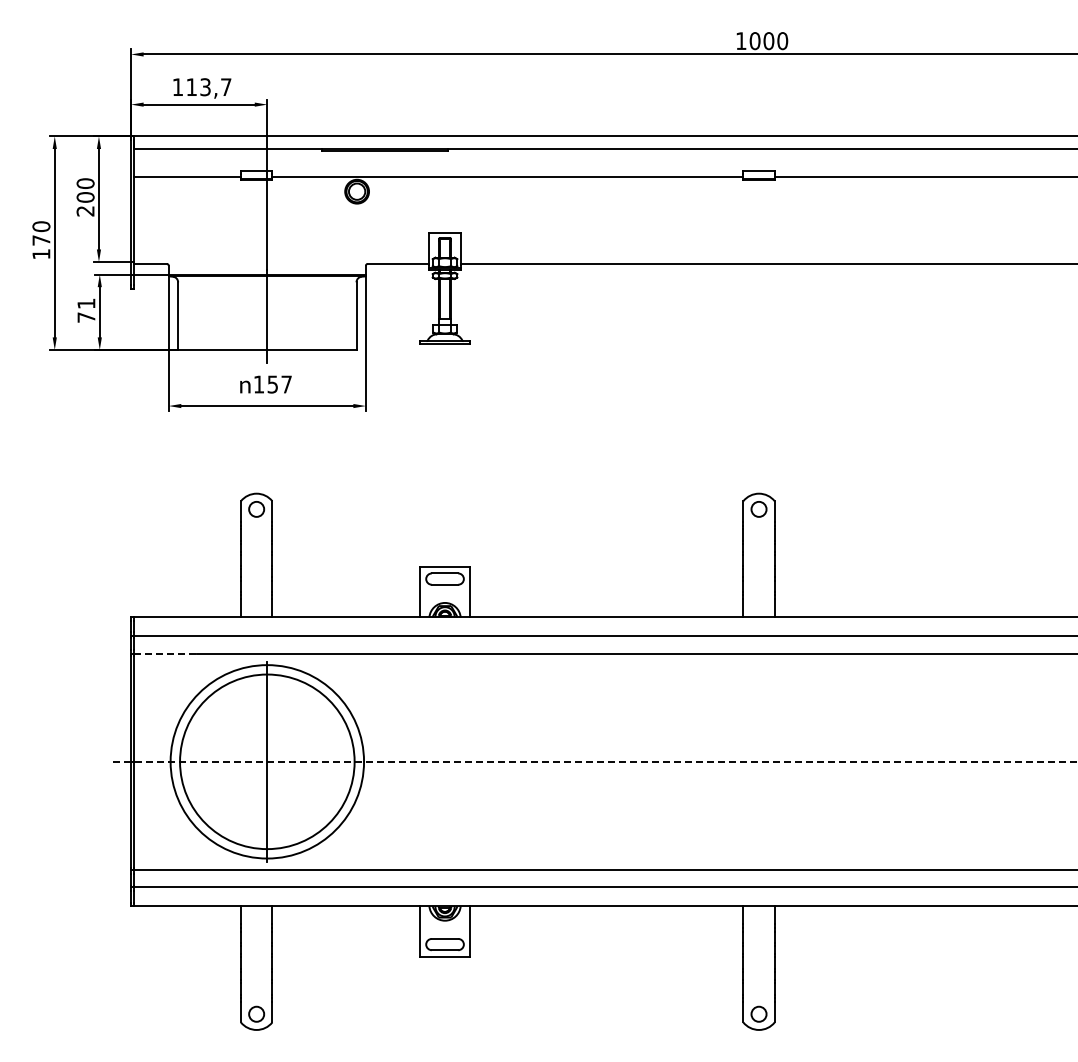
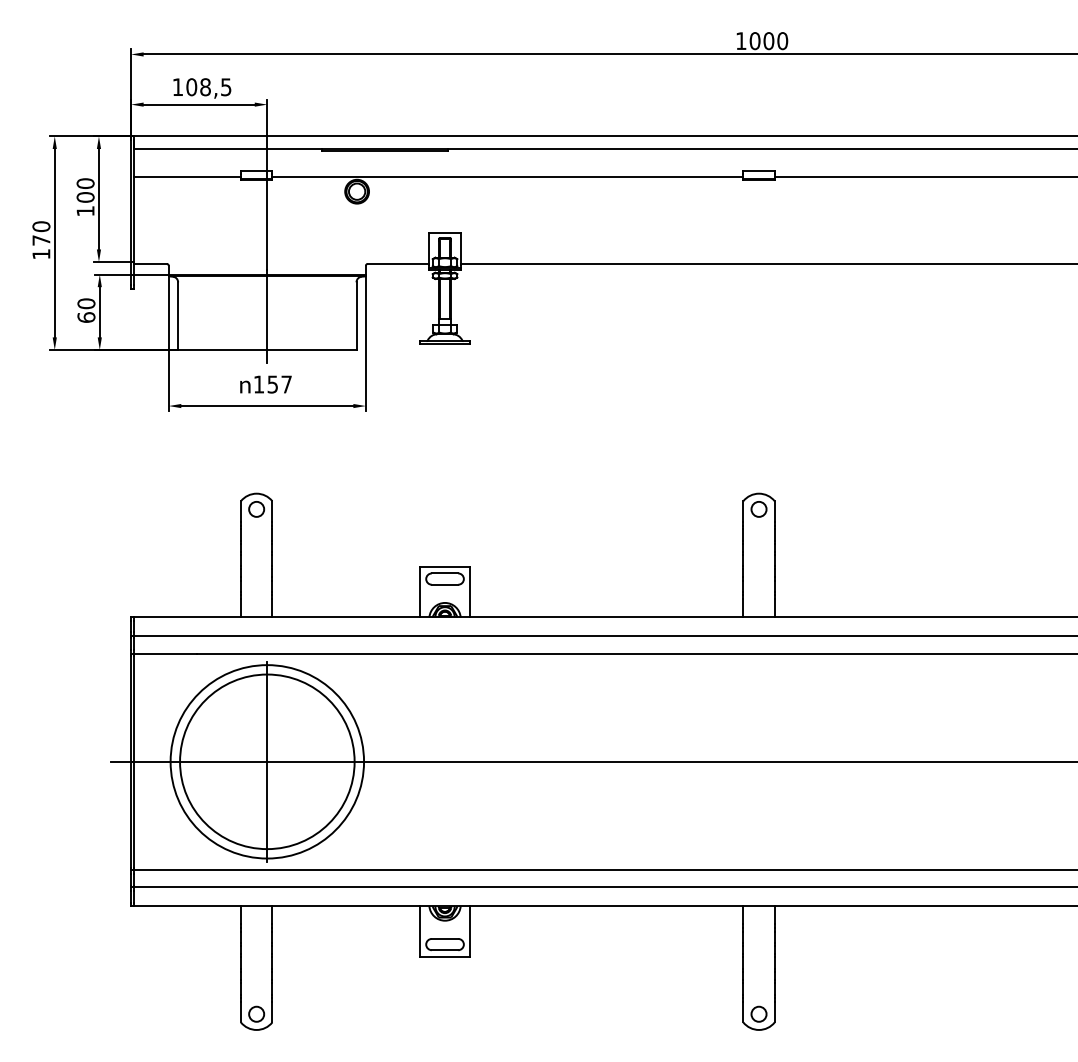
text at (208, 87): 113,7 -> 108,5
text at (85, 211): 200 -> 100
text at (86, 310): 71 -> 60
line at (165, 653): dashed -> solid
line at (593, 761): dashed -> solid
